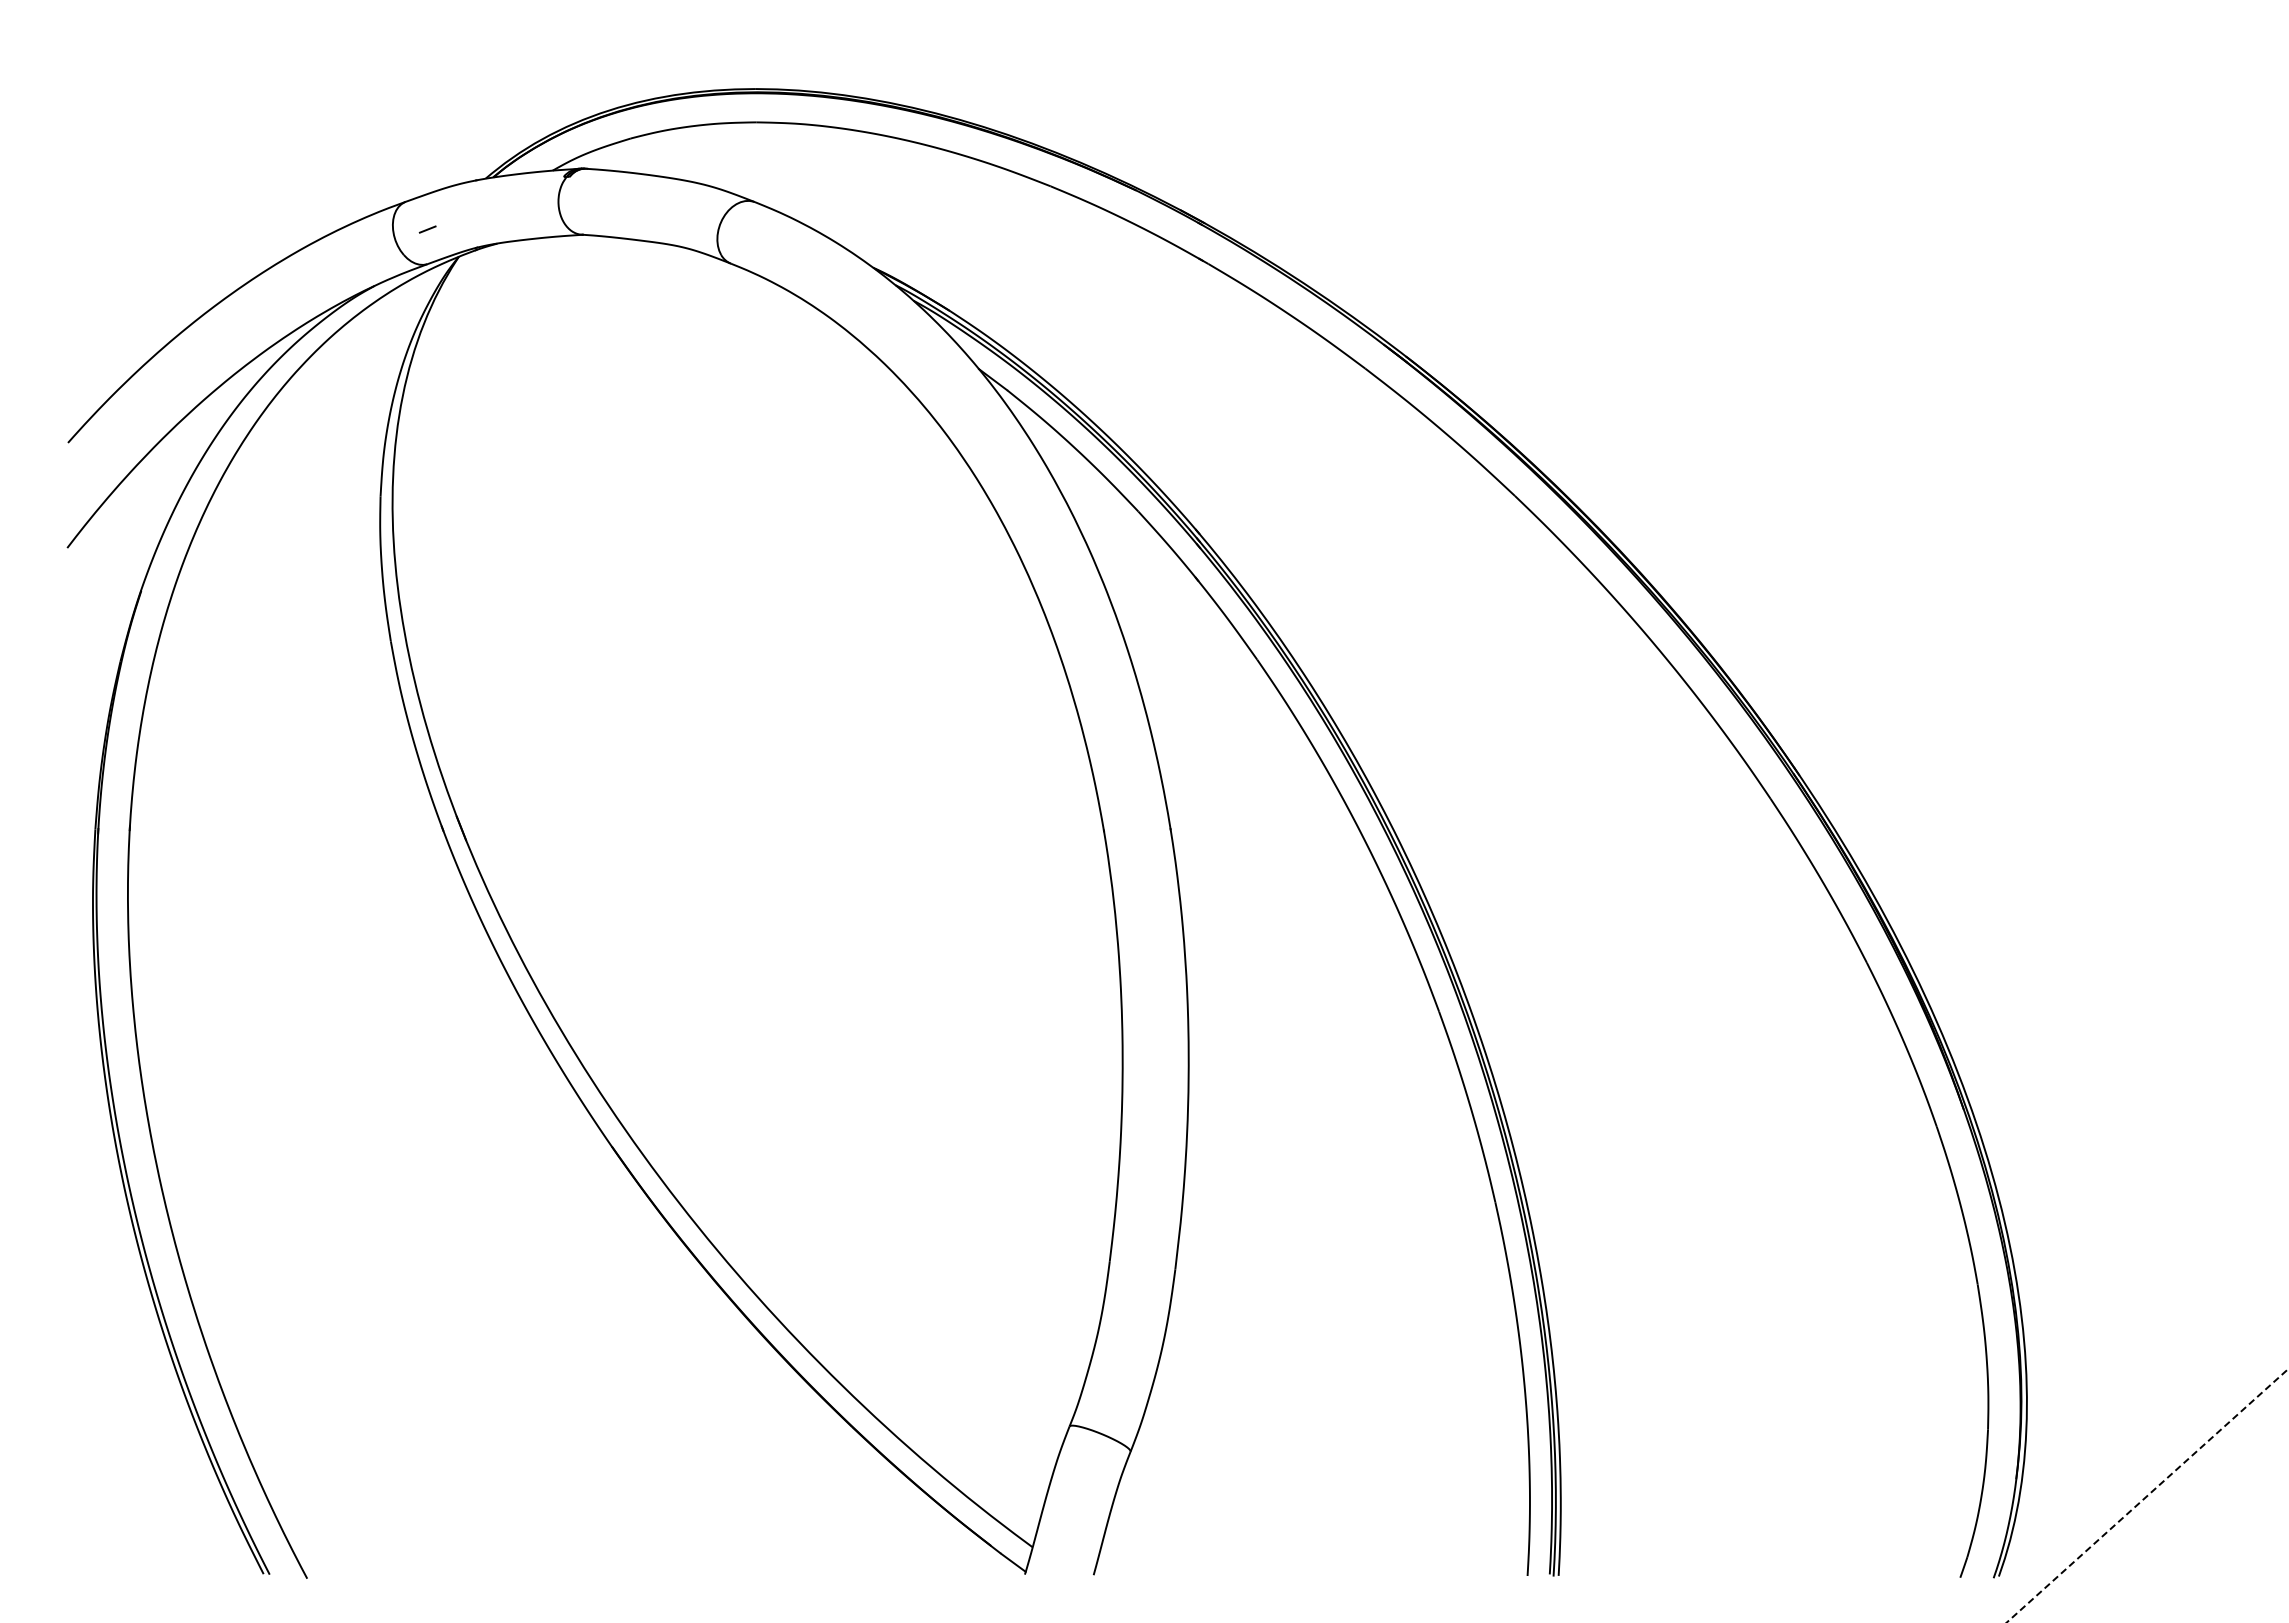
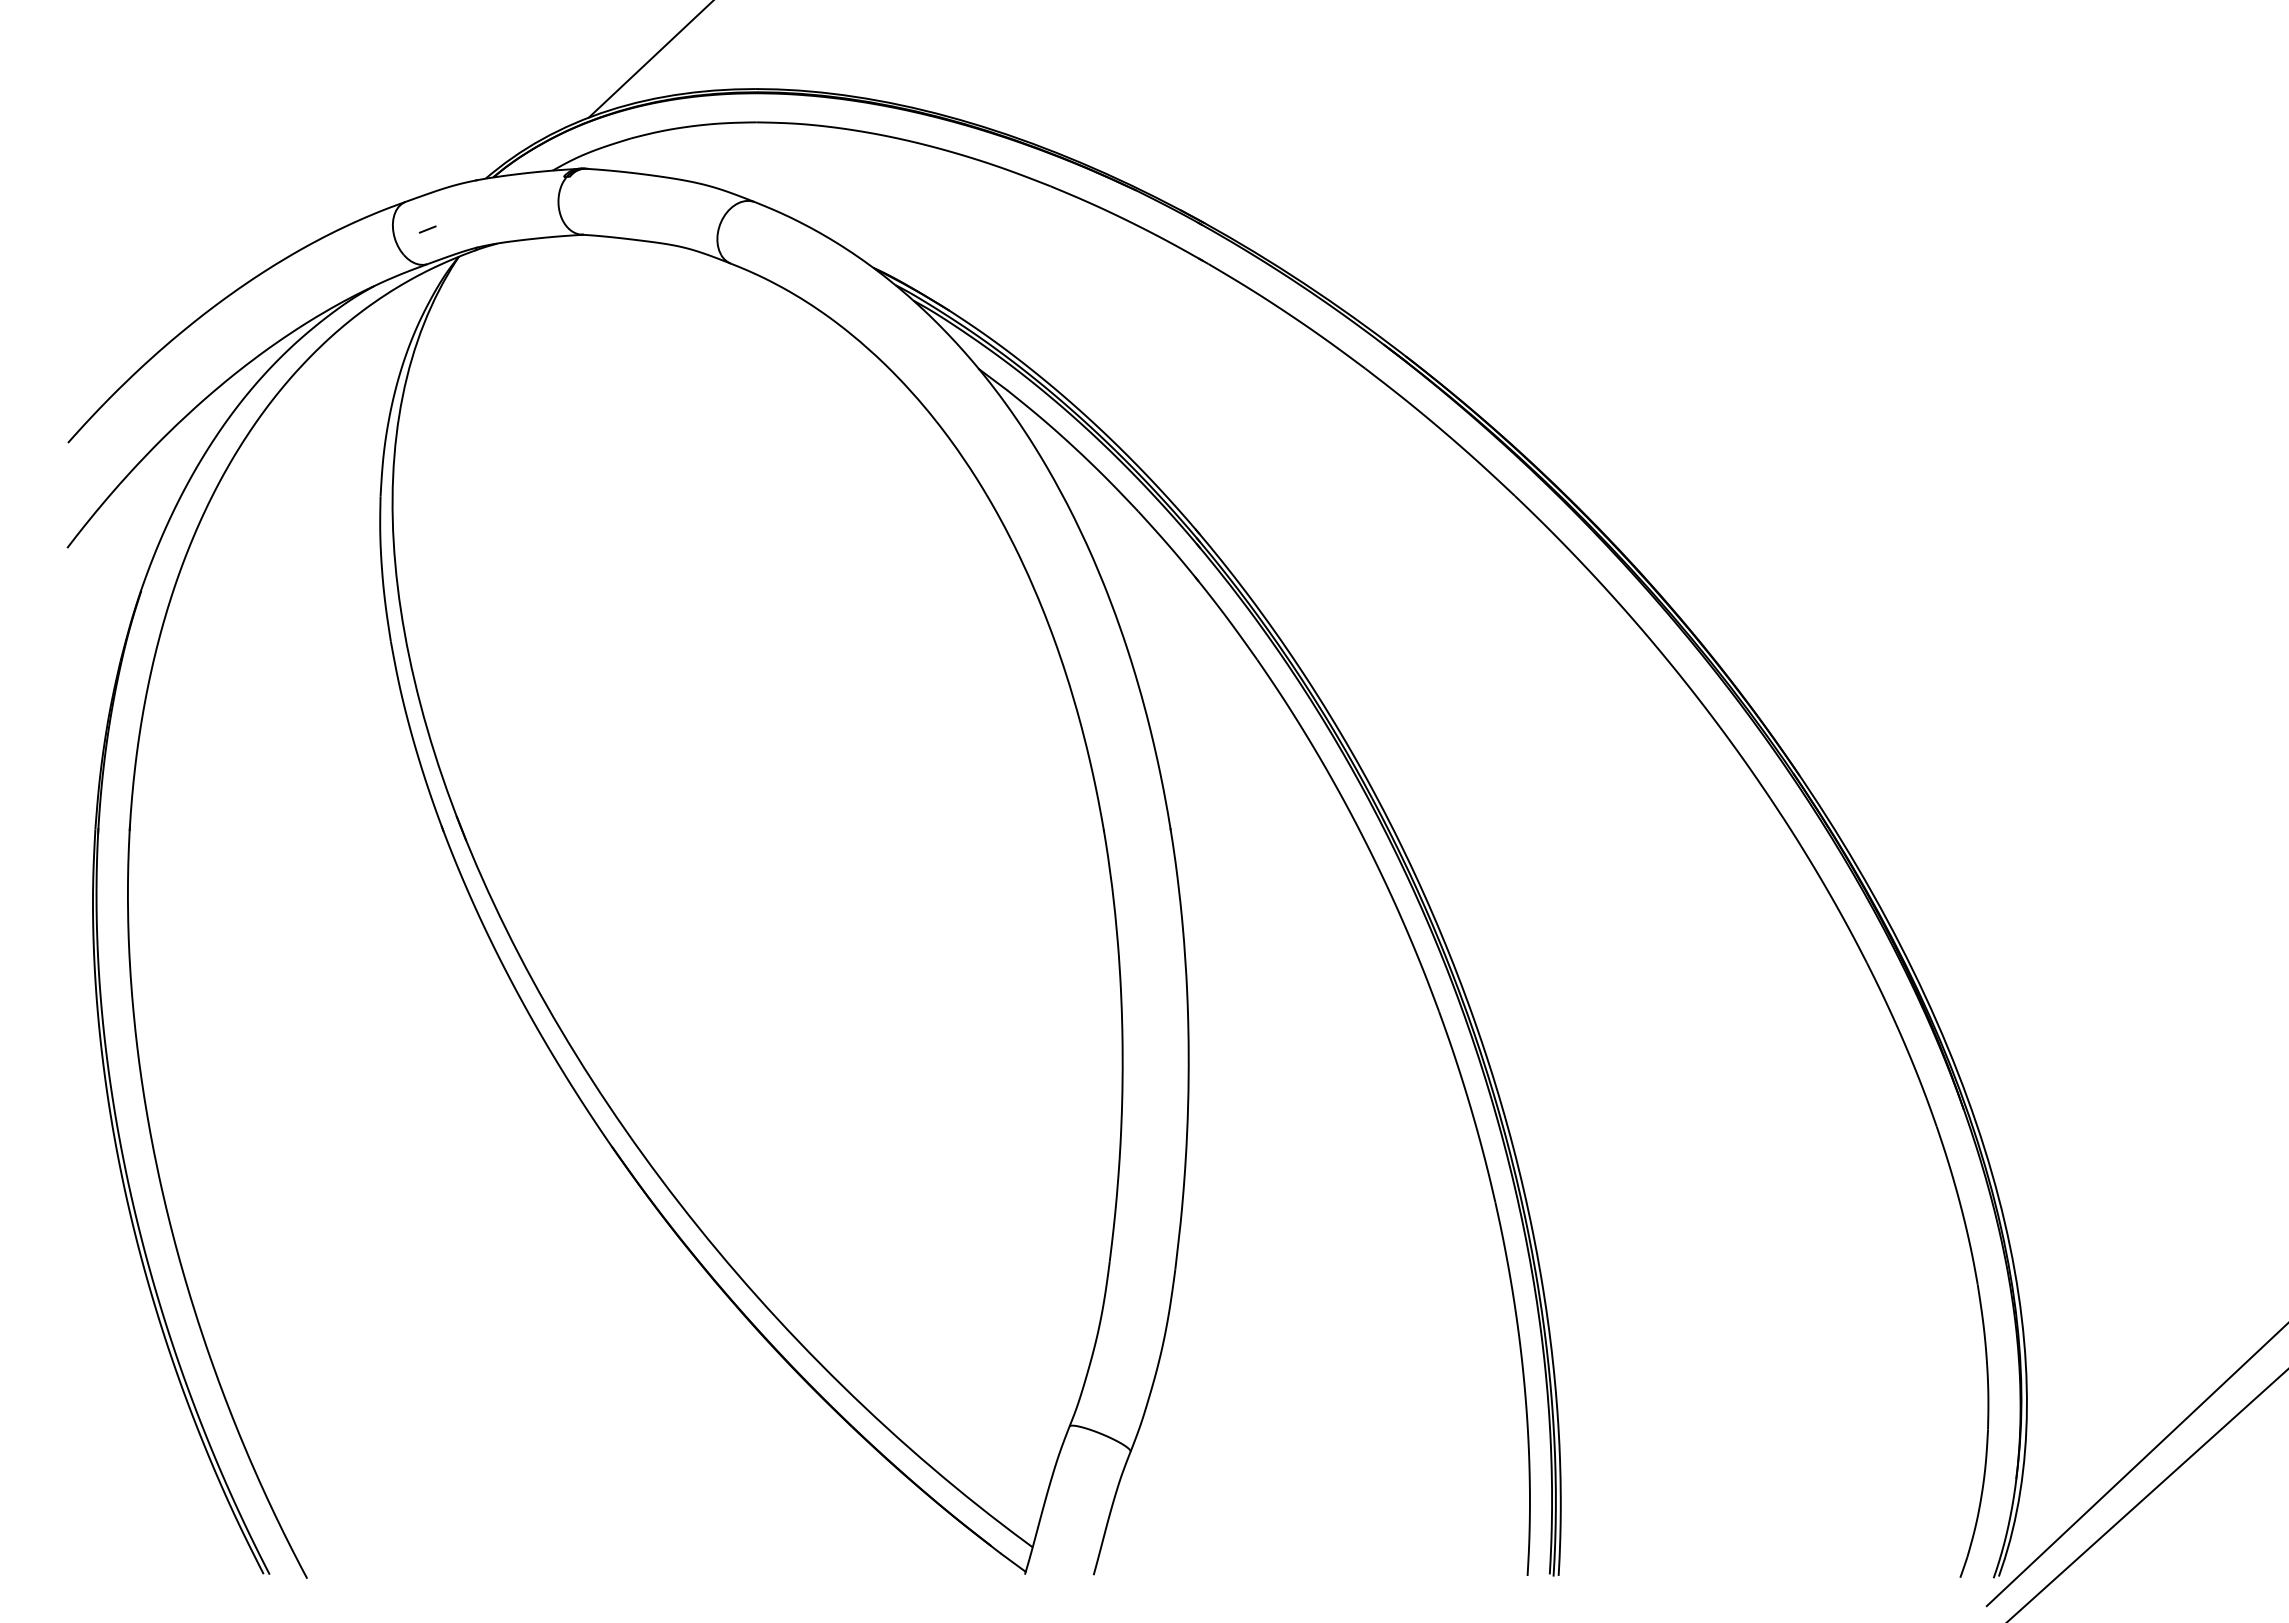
line at (649, 59): none -> present
line at (2135, 1465): none -> present
line at (2147, 1495): dashed -> solid
